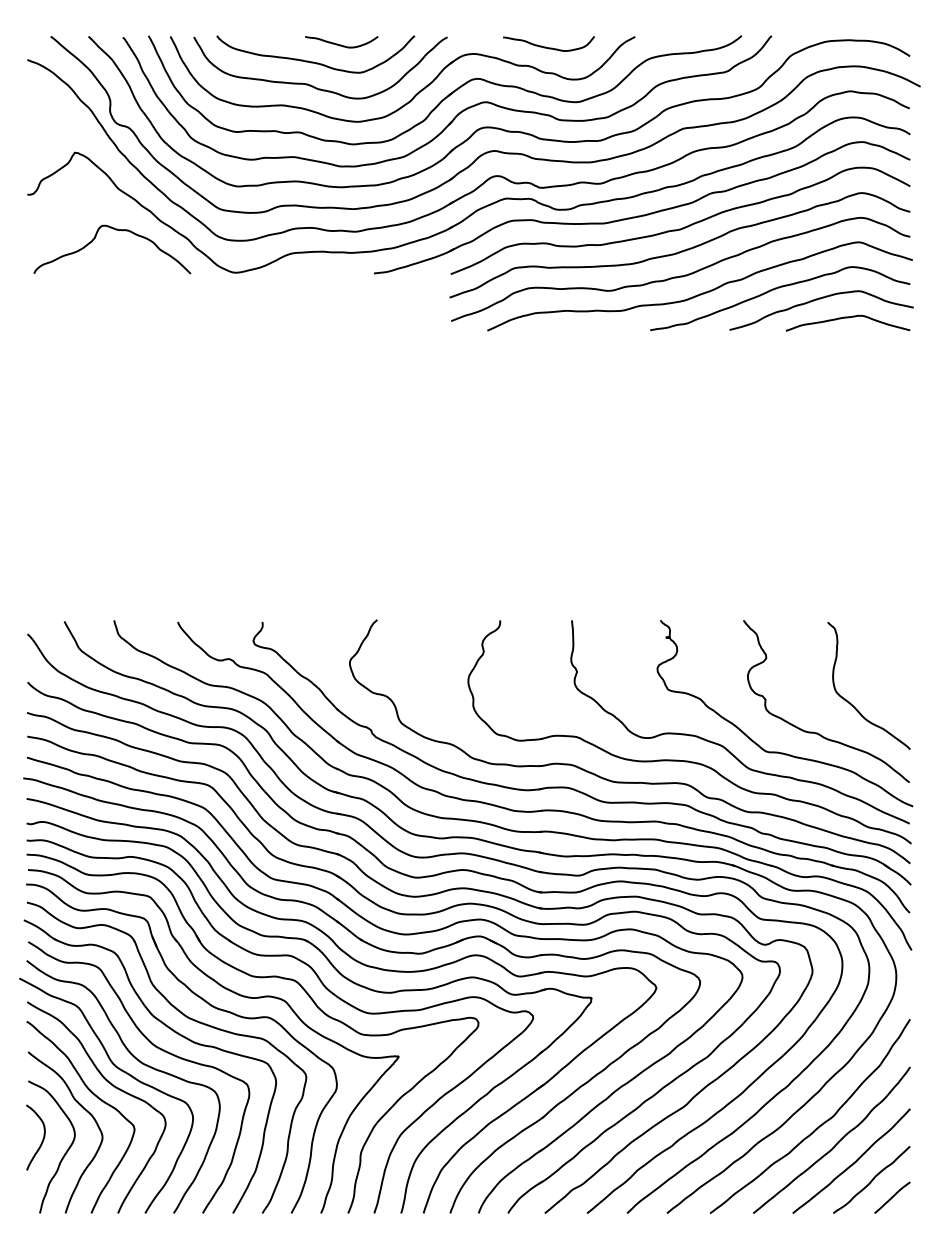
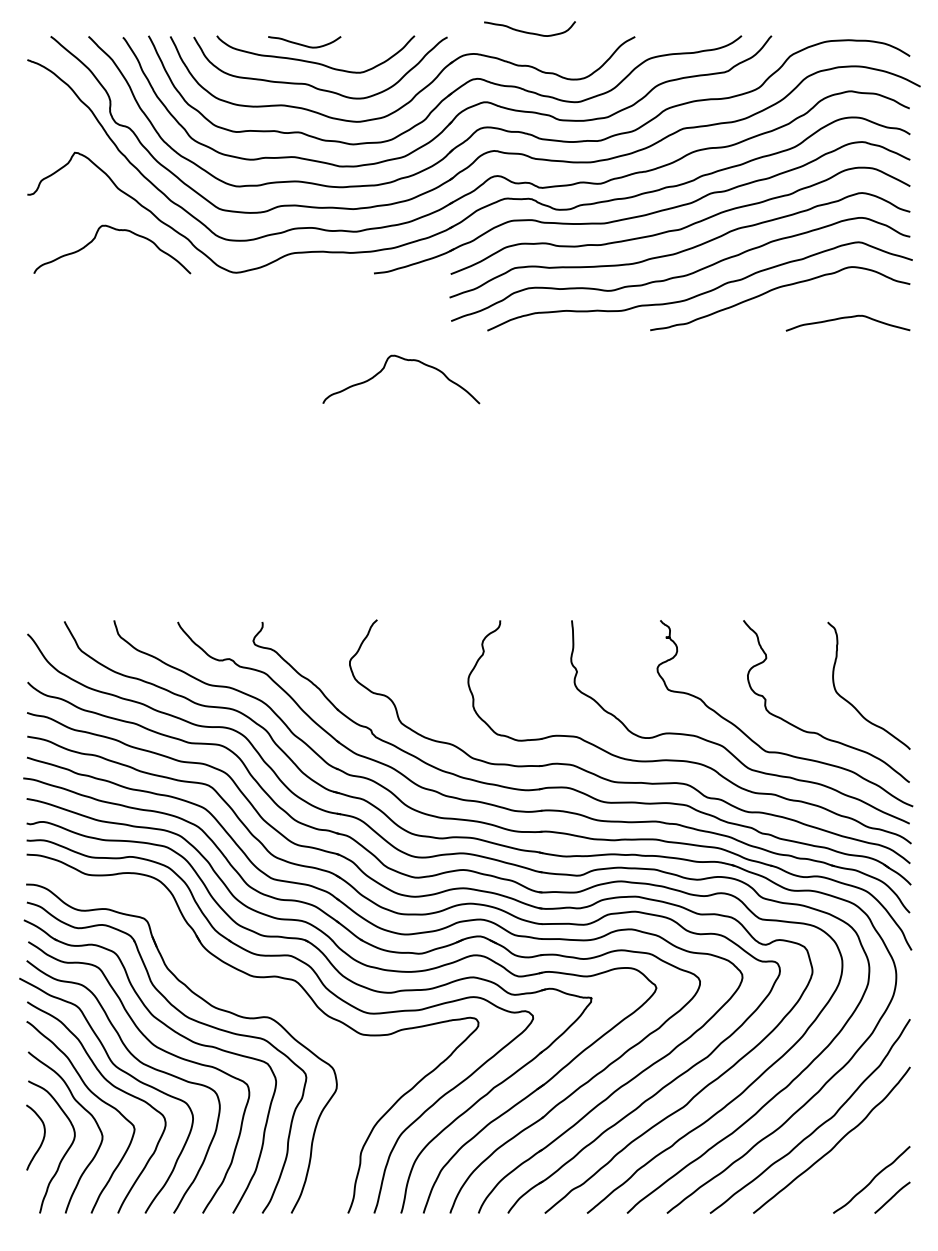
curve at (341, 44) position: (341, 44) -> (304, 44)
curve at (546, 46) position: (546, 46) -> (527, 31)
curve at (817, 300): present -> none
curve at (404, 360): none -> present
part at (233, 993): present -> none
curve at (853, 1162): present -> none
